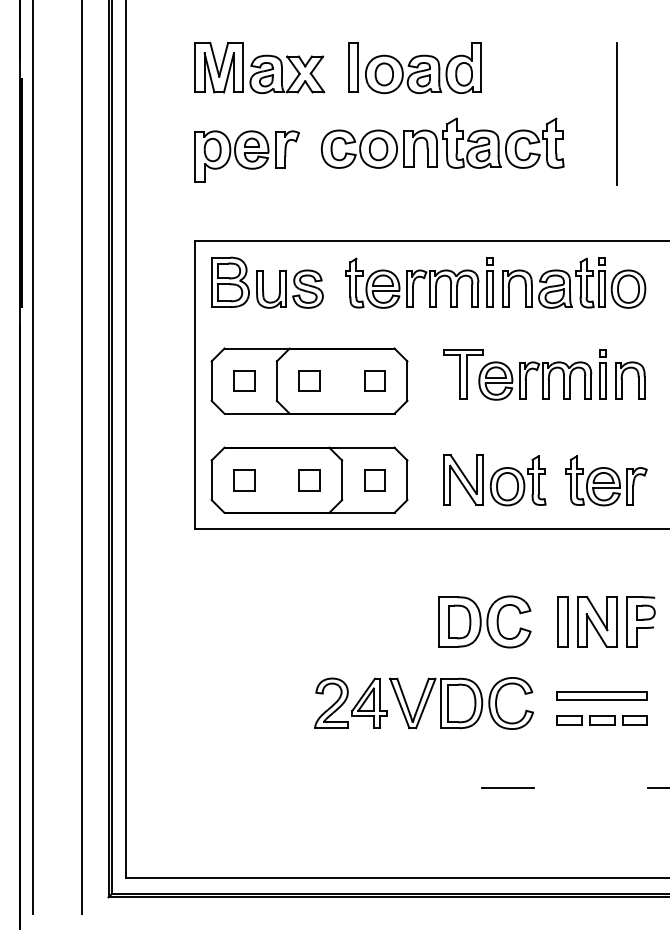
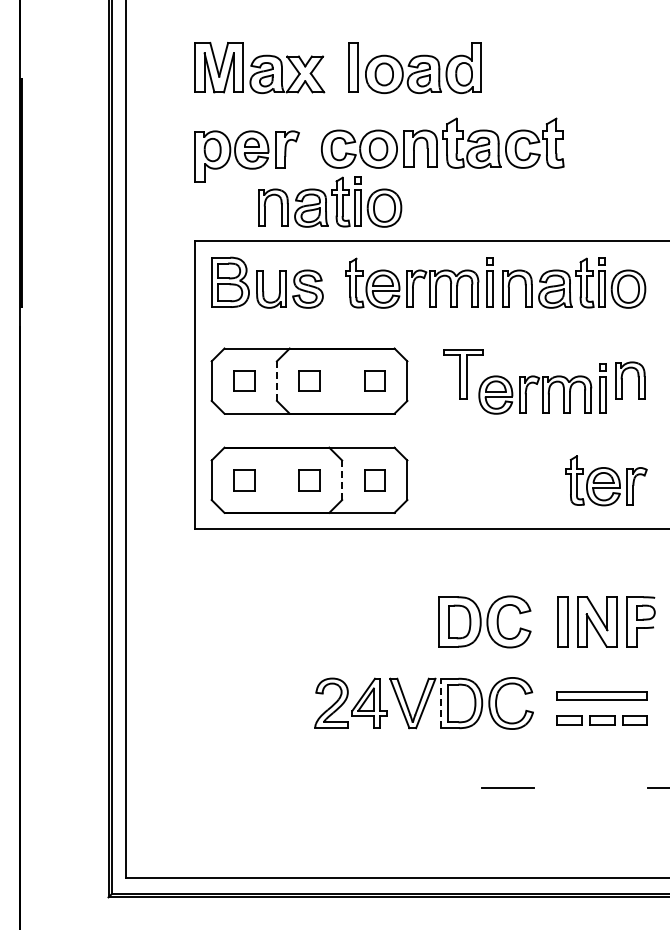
line at (616, 113): present -> none
part at (330, 201): none -> present
part at (542, 374) position: (542, 374) -> (542, 388)
line at (276, 381): solid -> dashed
line at (32, 458): present -> none
line at (81, 458): present -> none
line at (342, 480): solid -> dashed
part at (494, 480): present -> none
line at (441, 703): solid -> dashed
